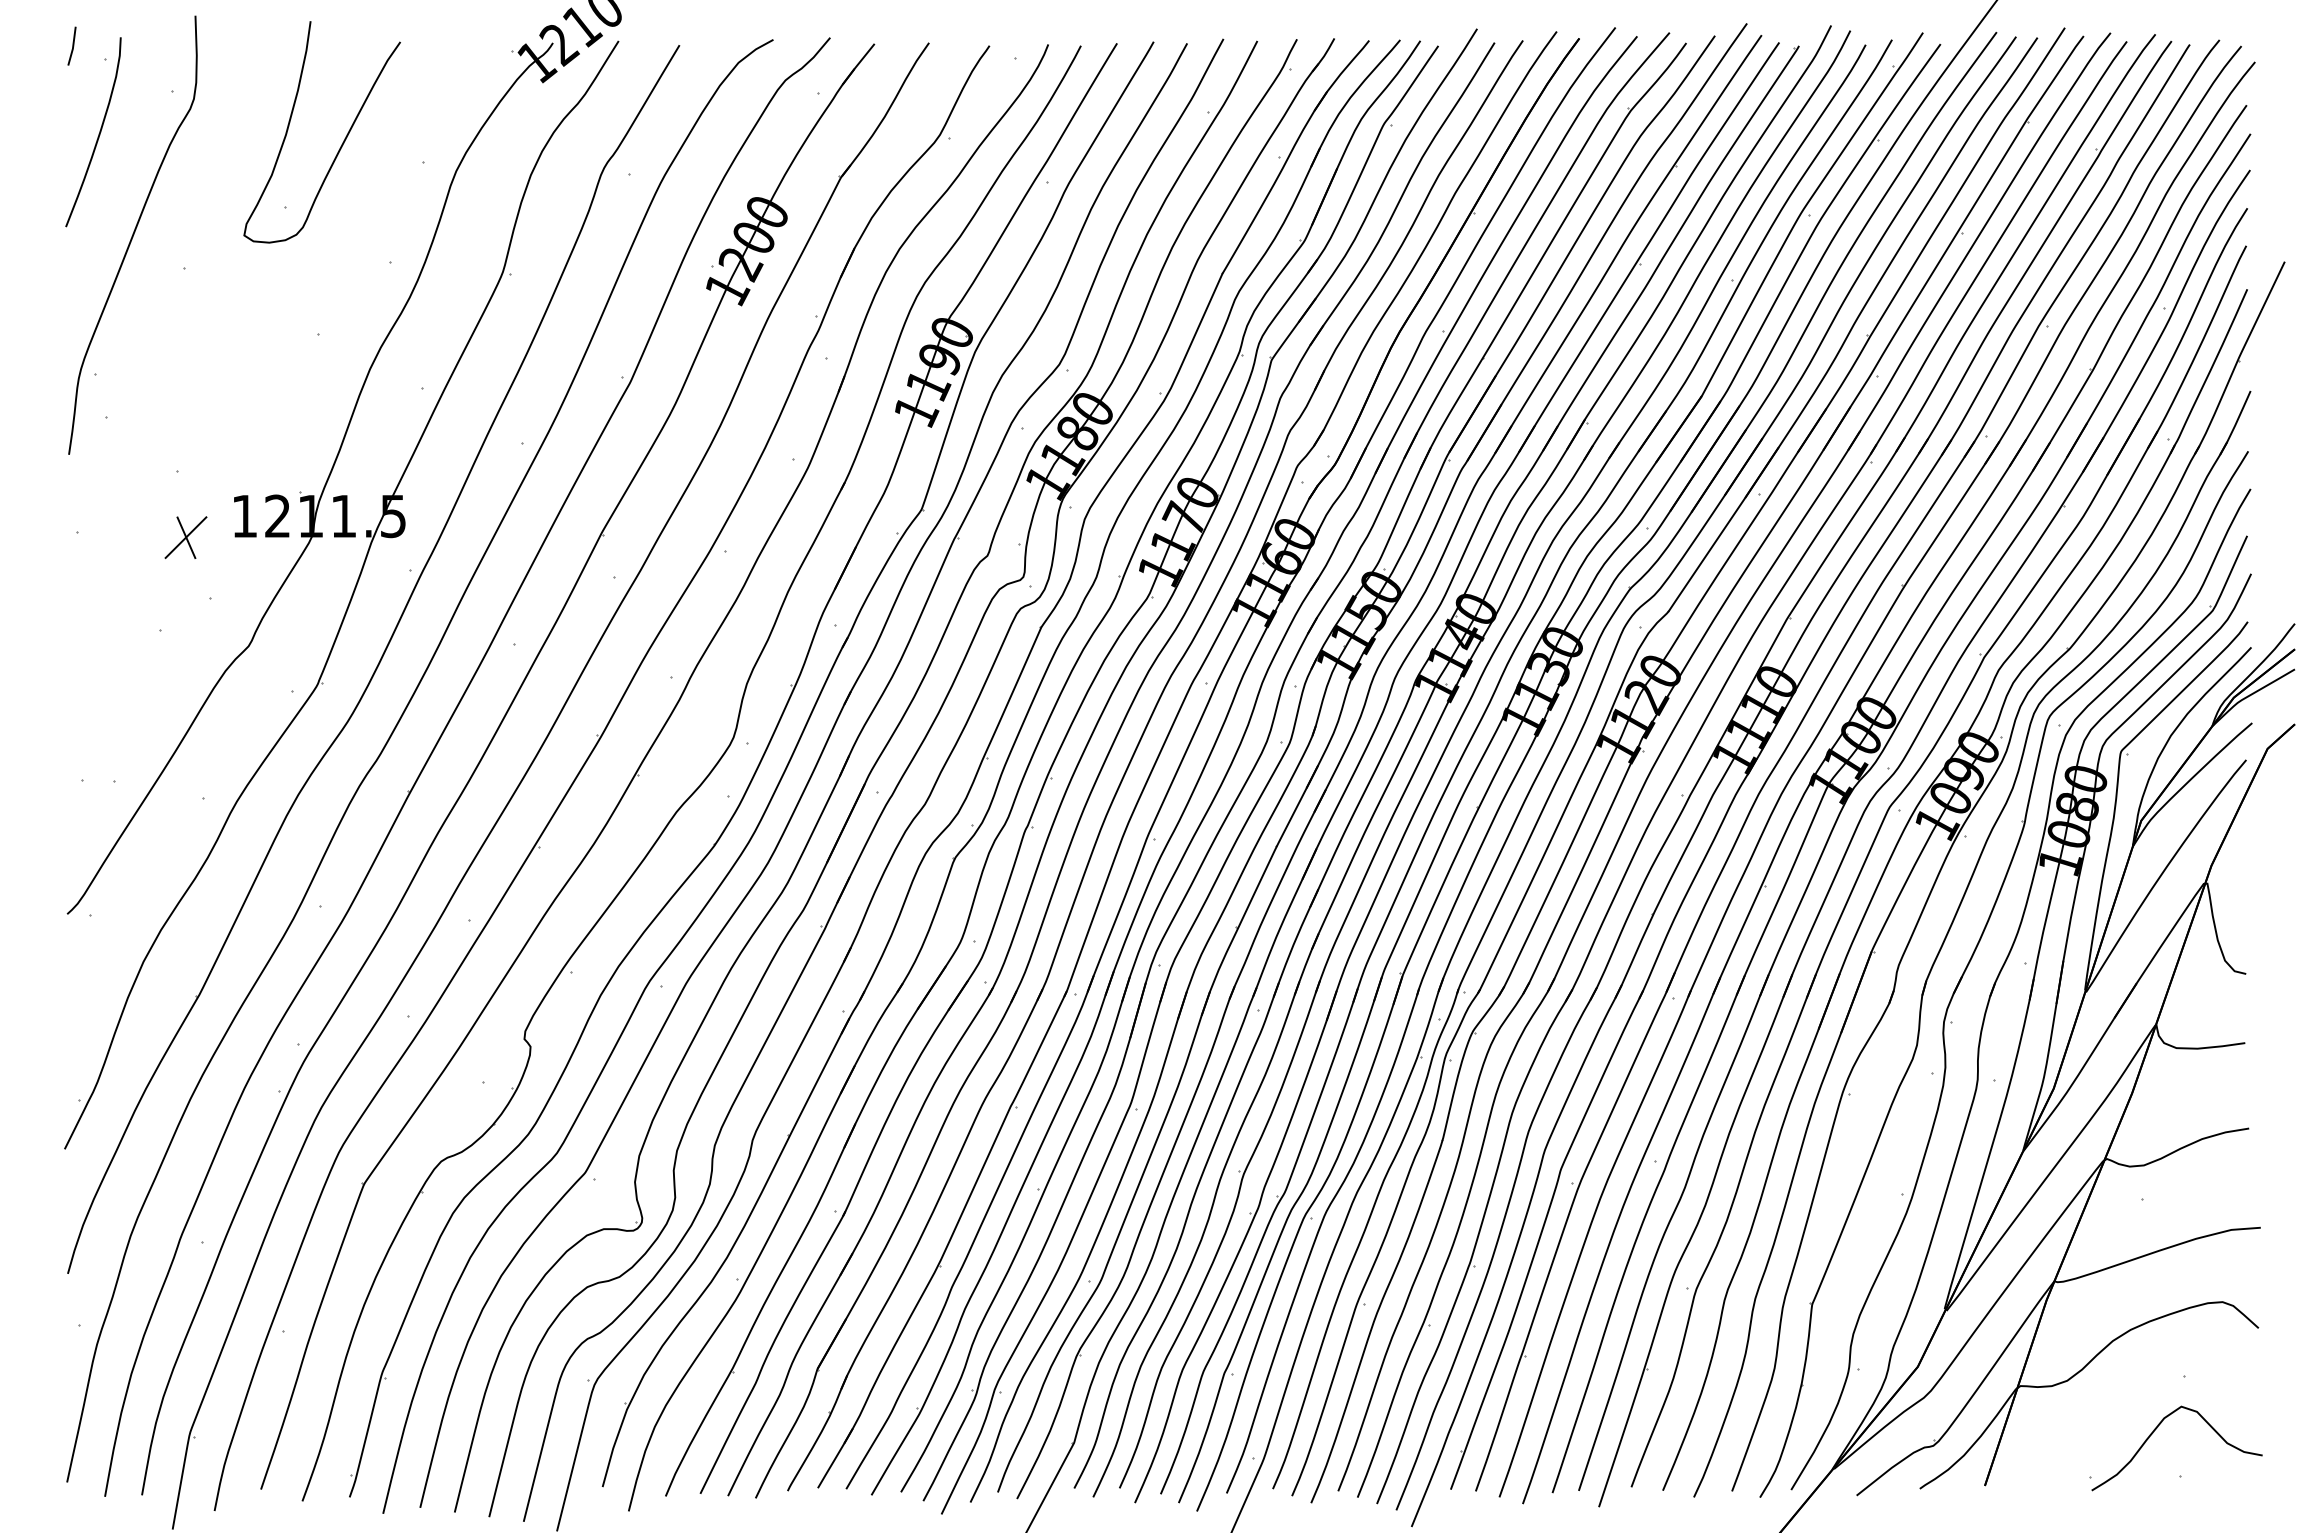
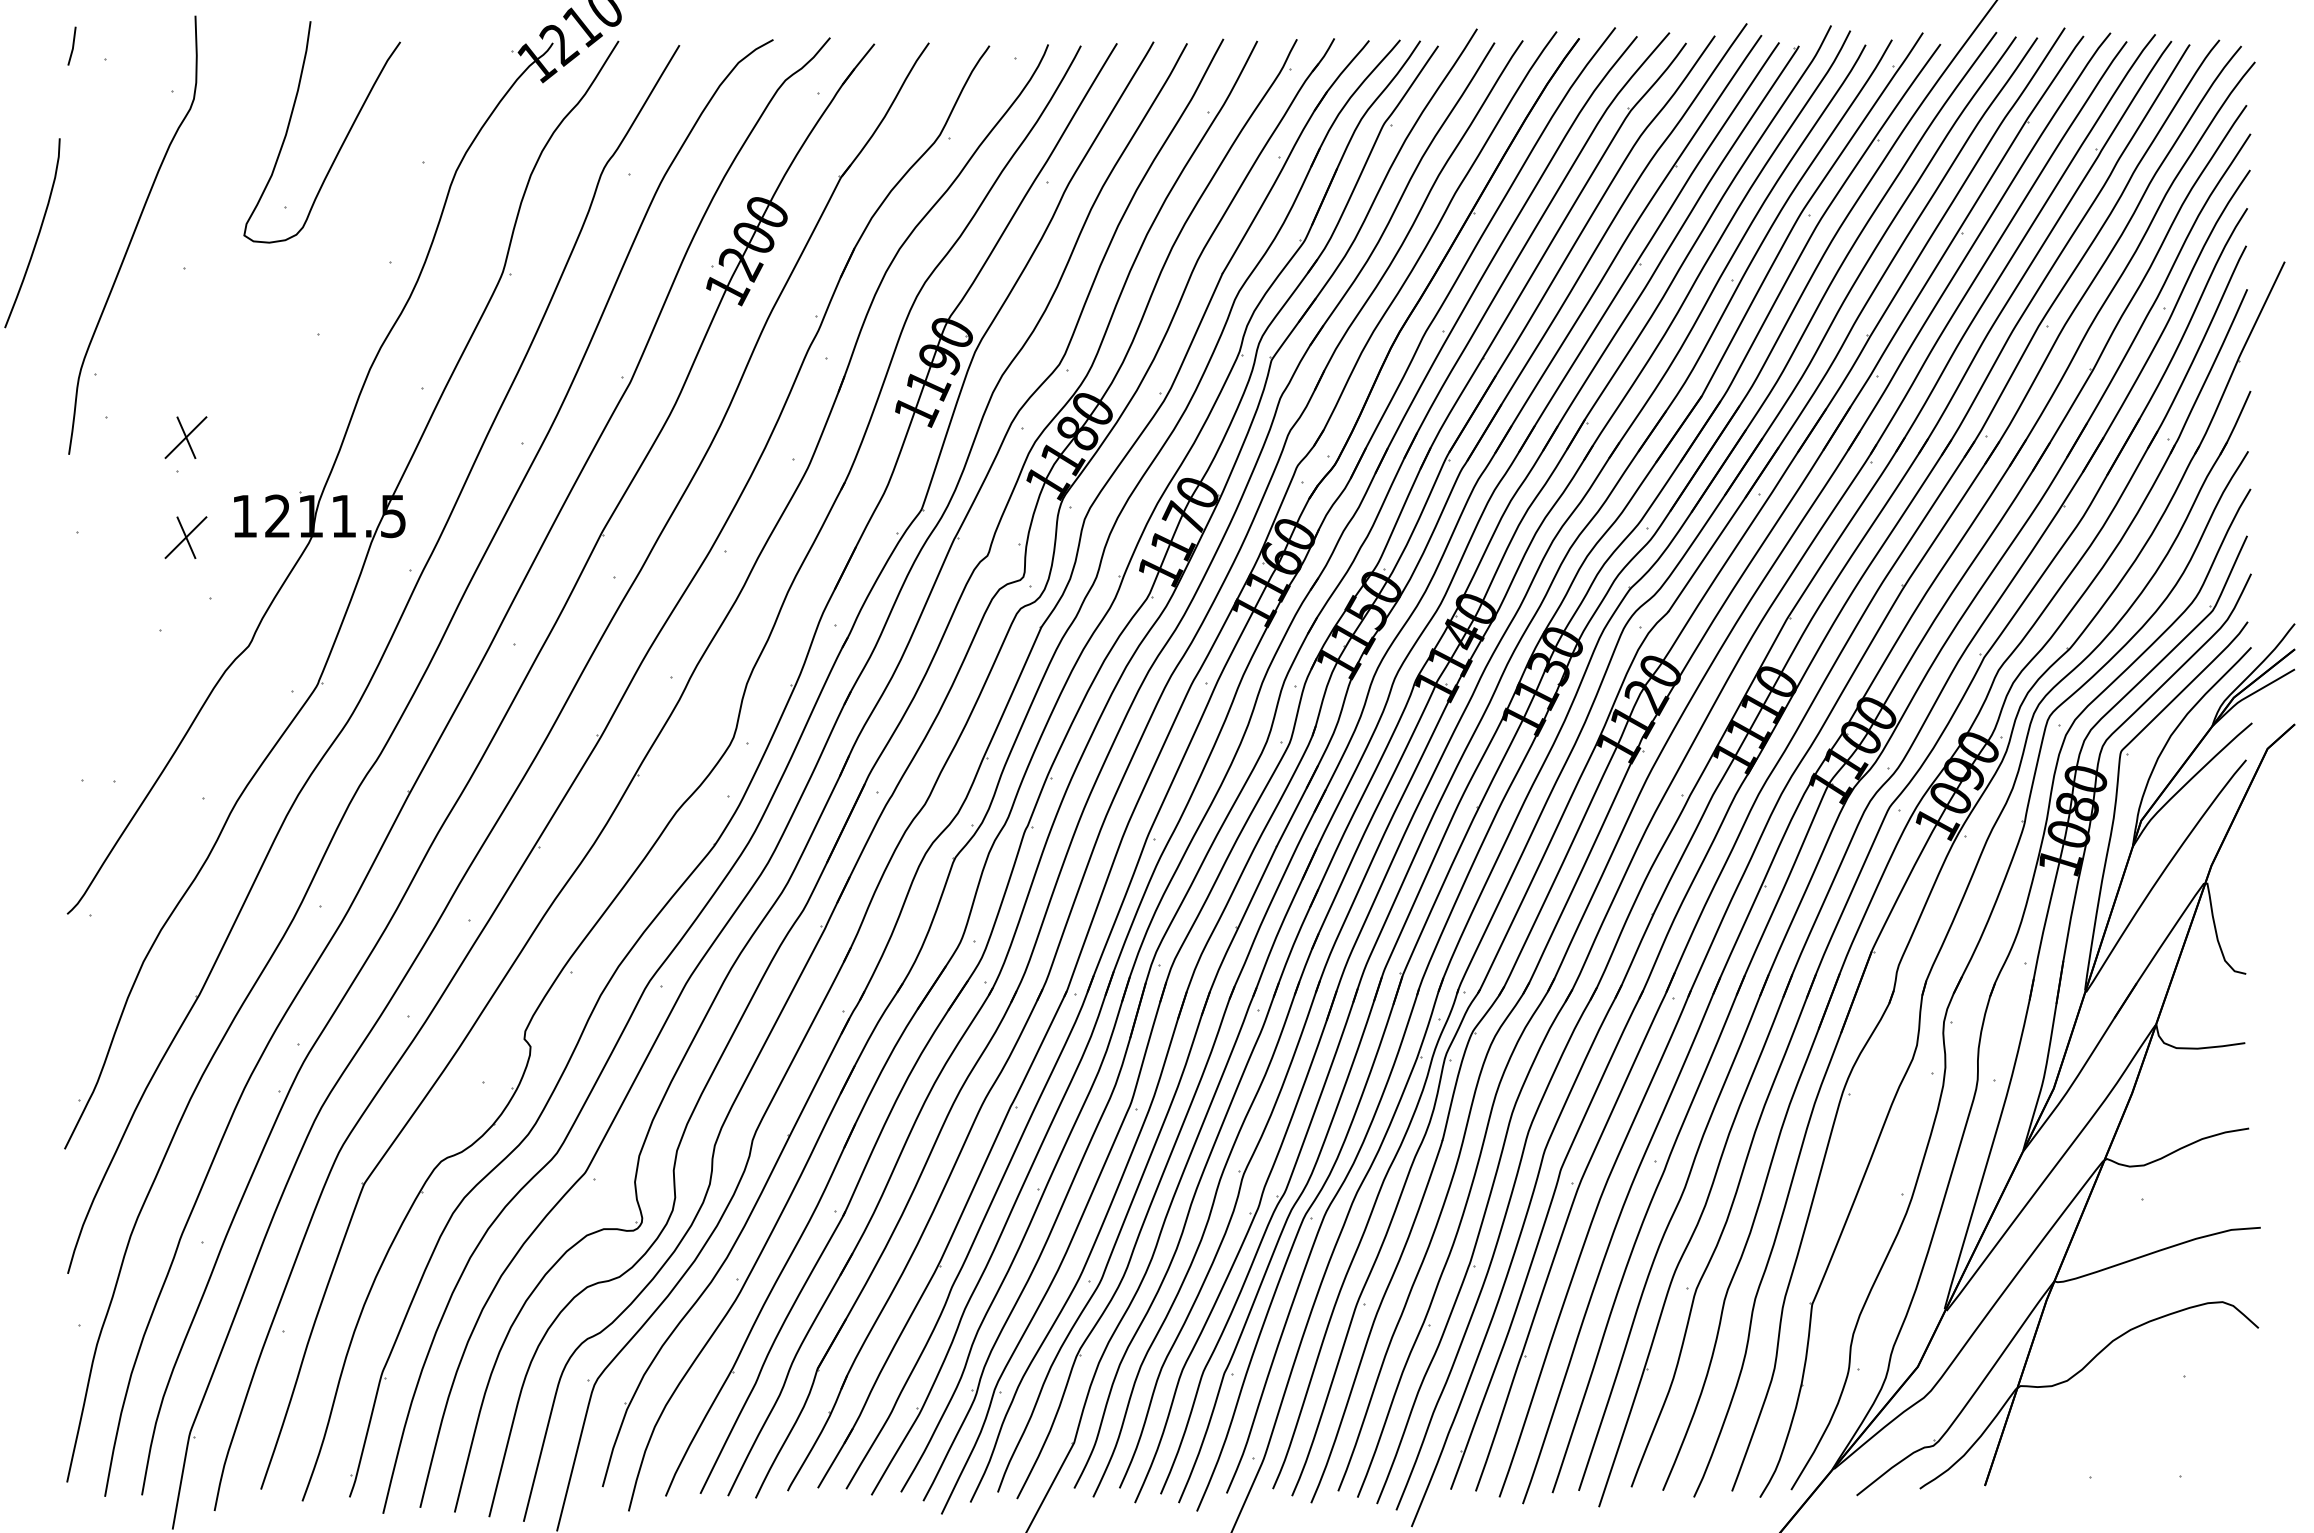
curve at (98, 133) position: (98, 133) -> (37, 234)
part at (185, 437): none -> present
curve at (2153, 1433): present -> none
